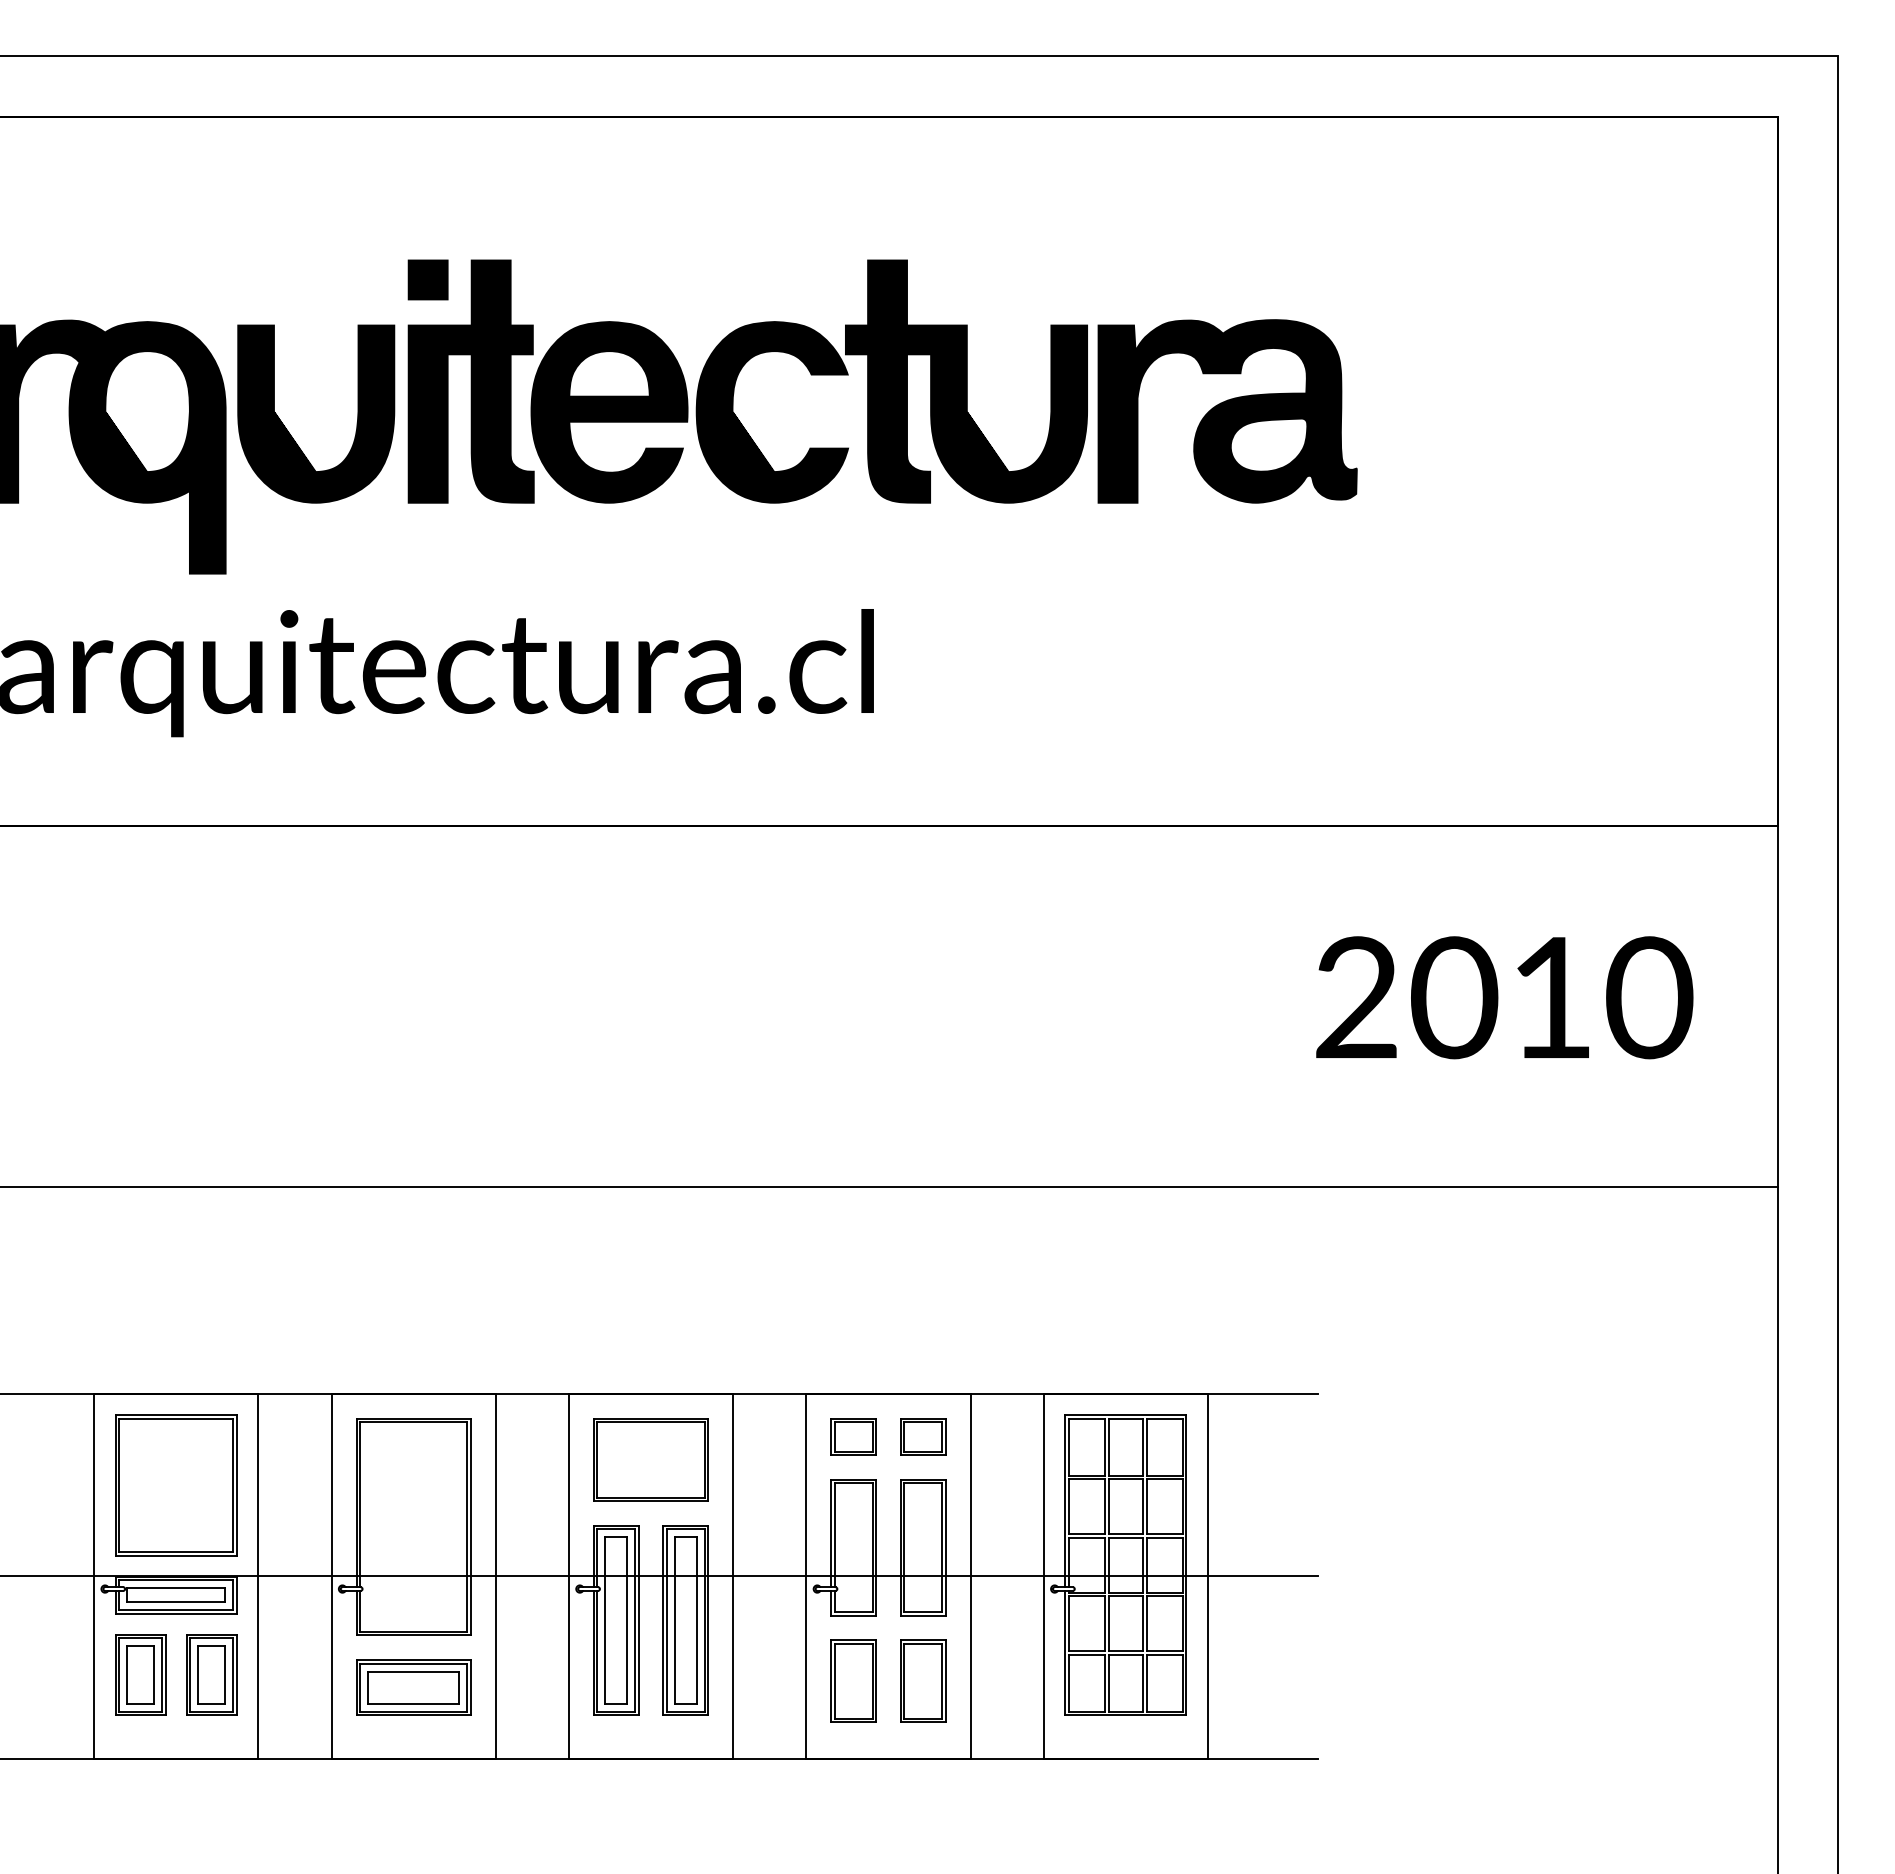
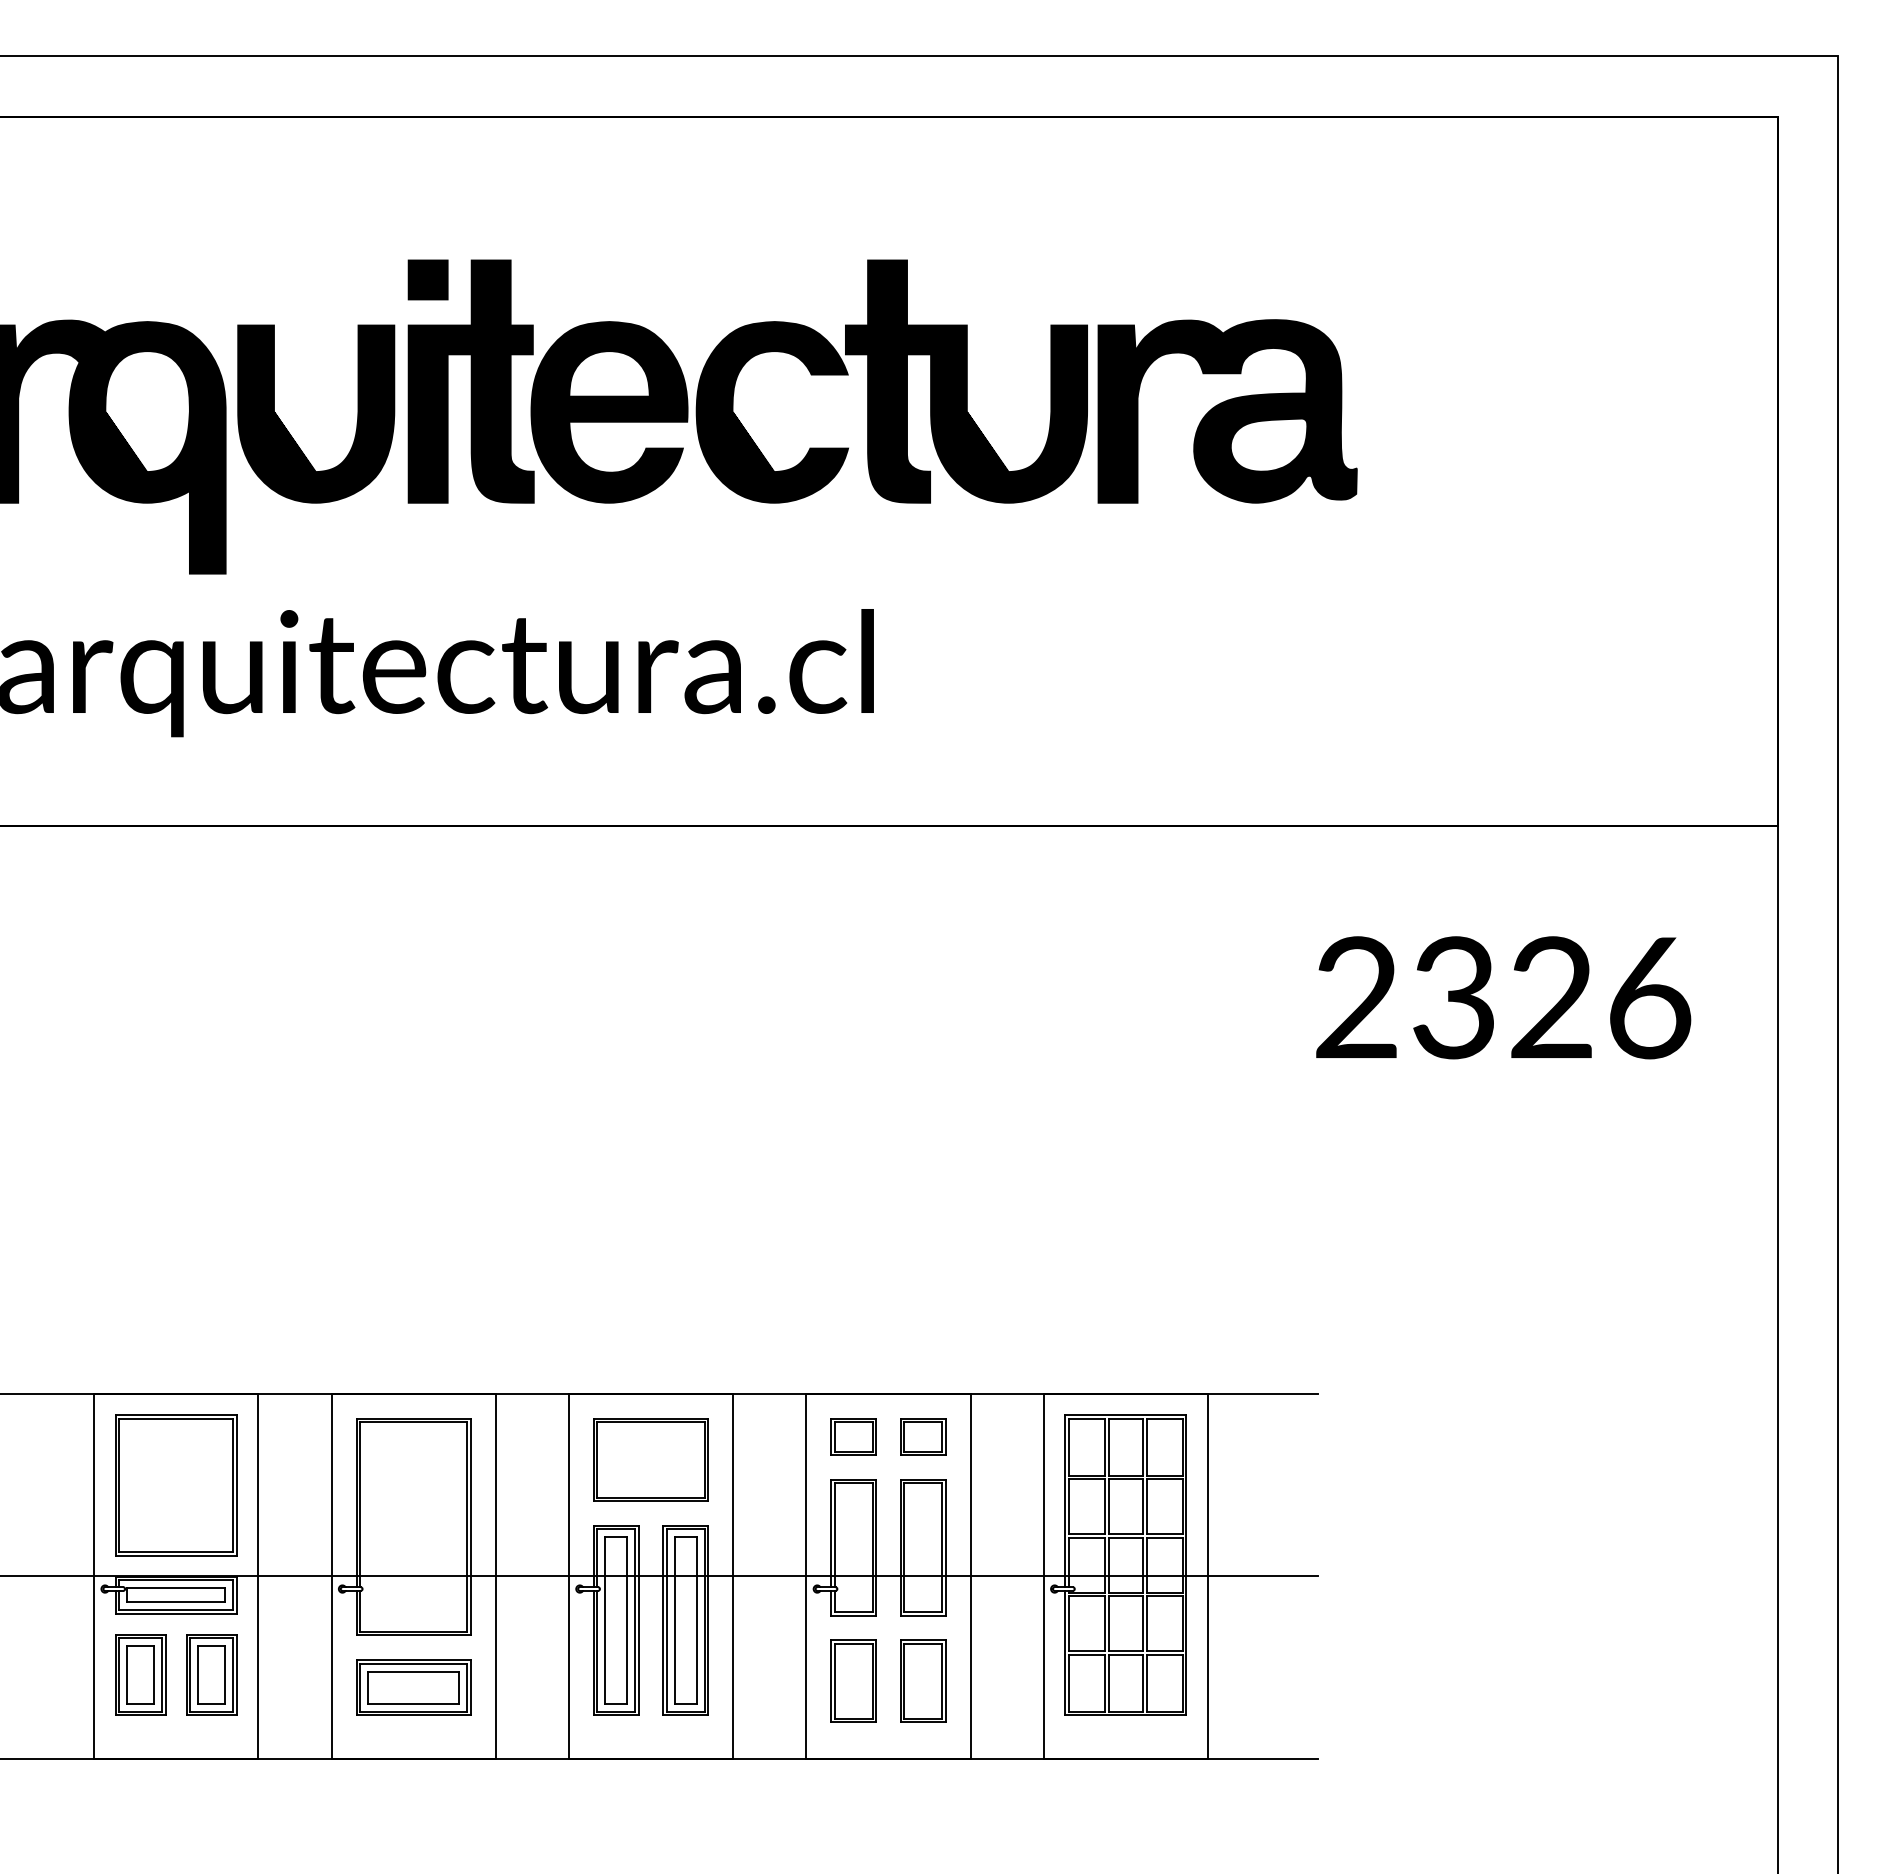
text at (1552, 997): 2010 -> 2326
line at (889, 1187): present -> none
